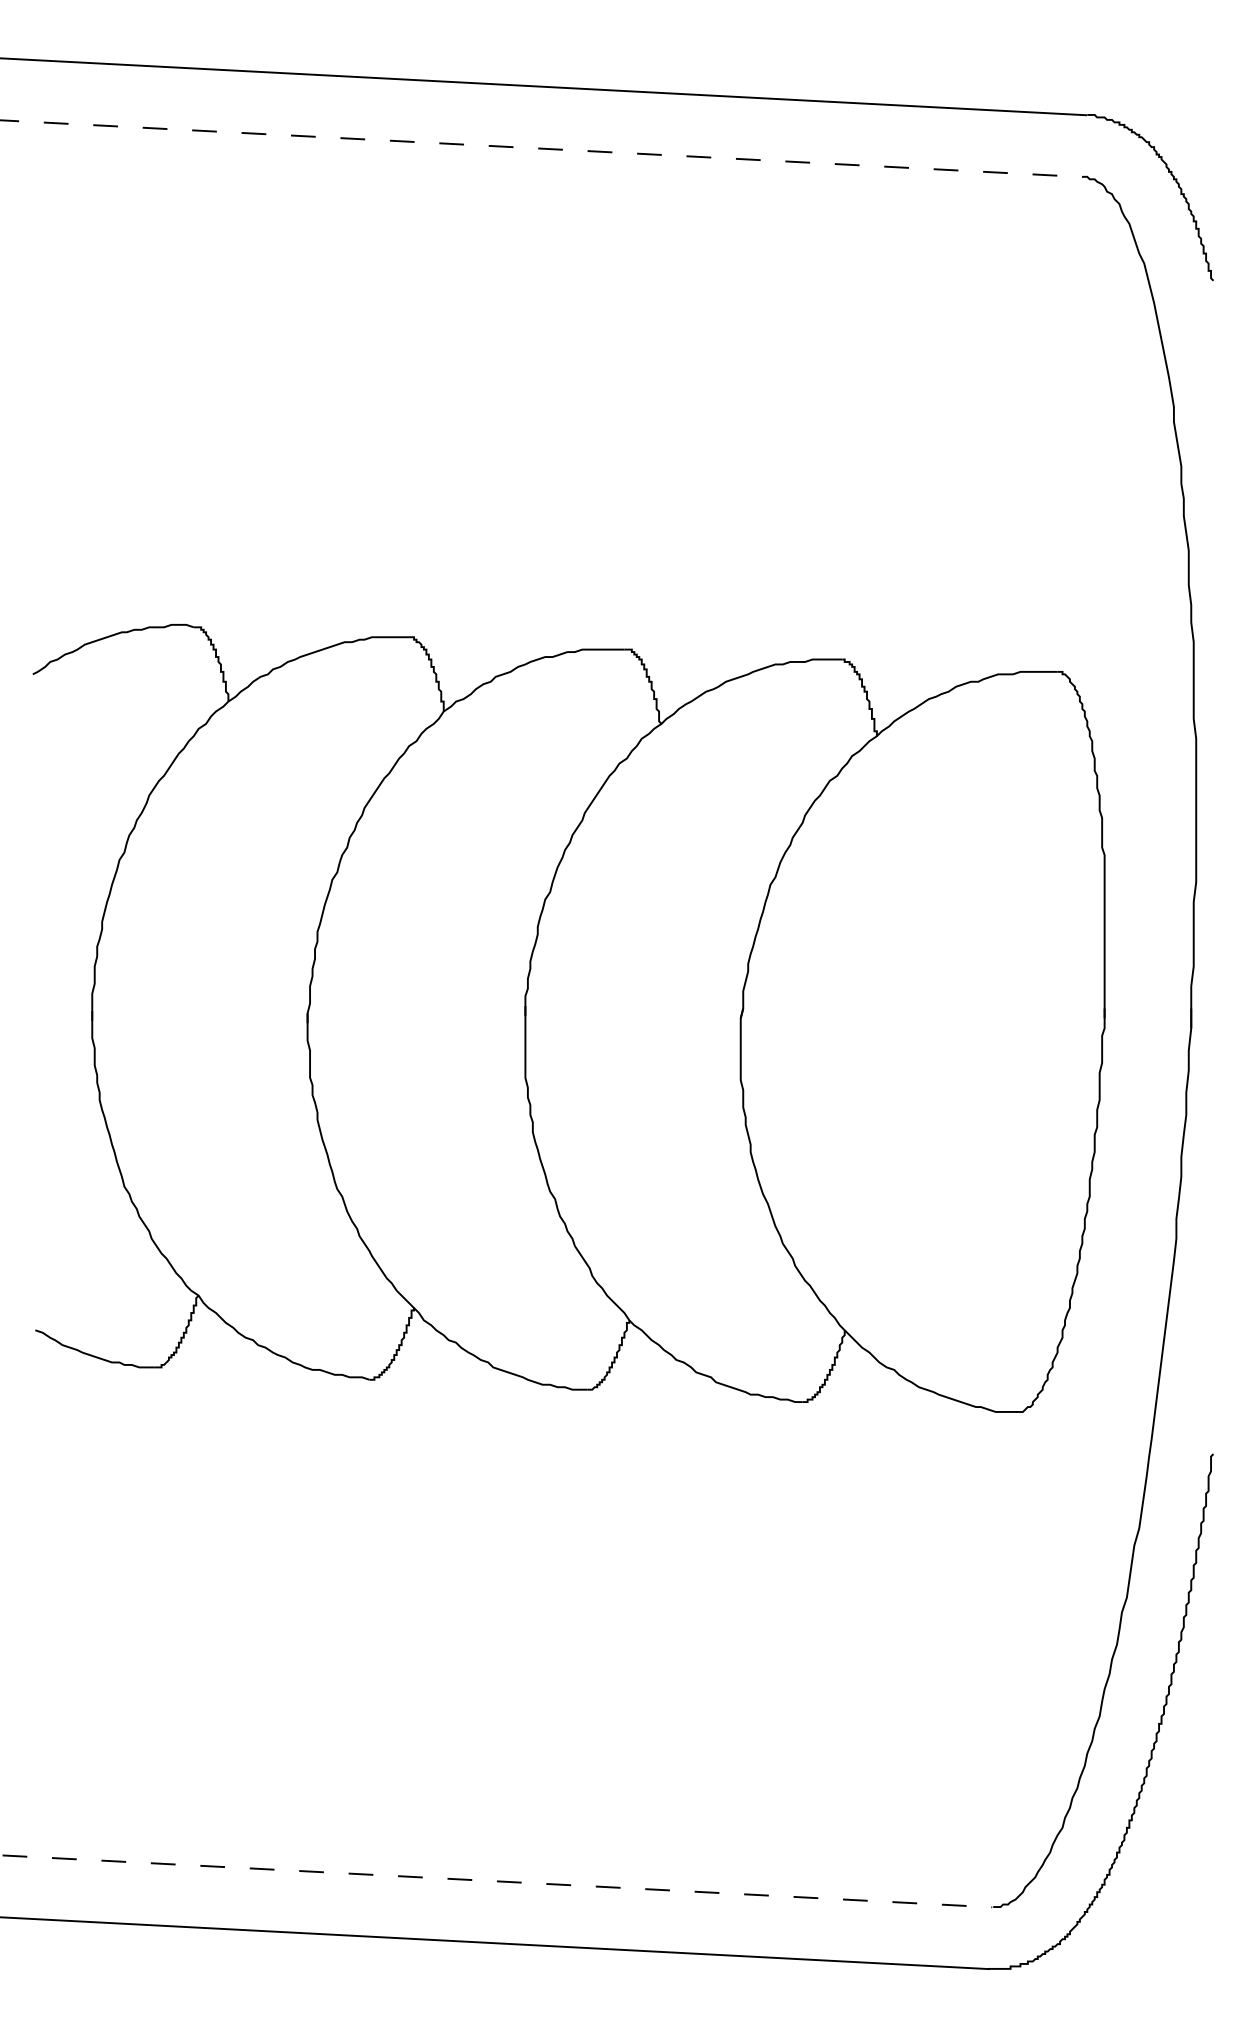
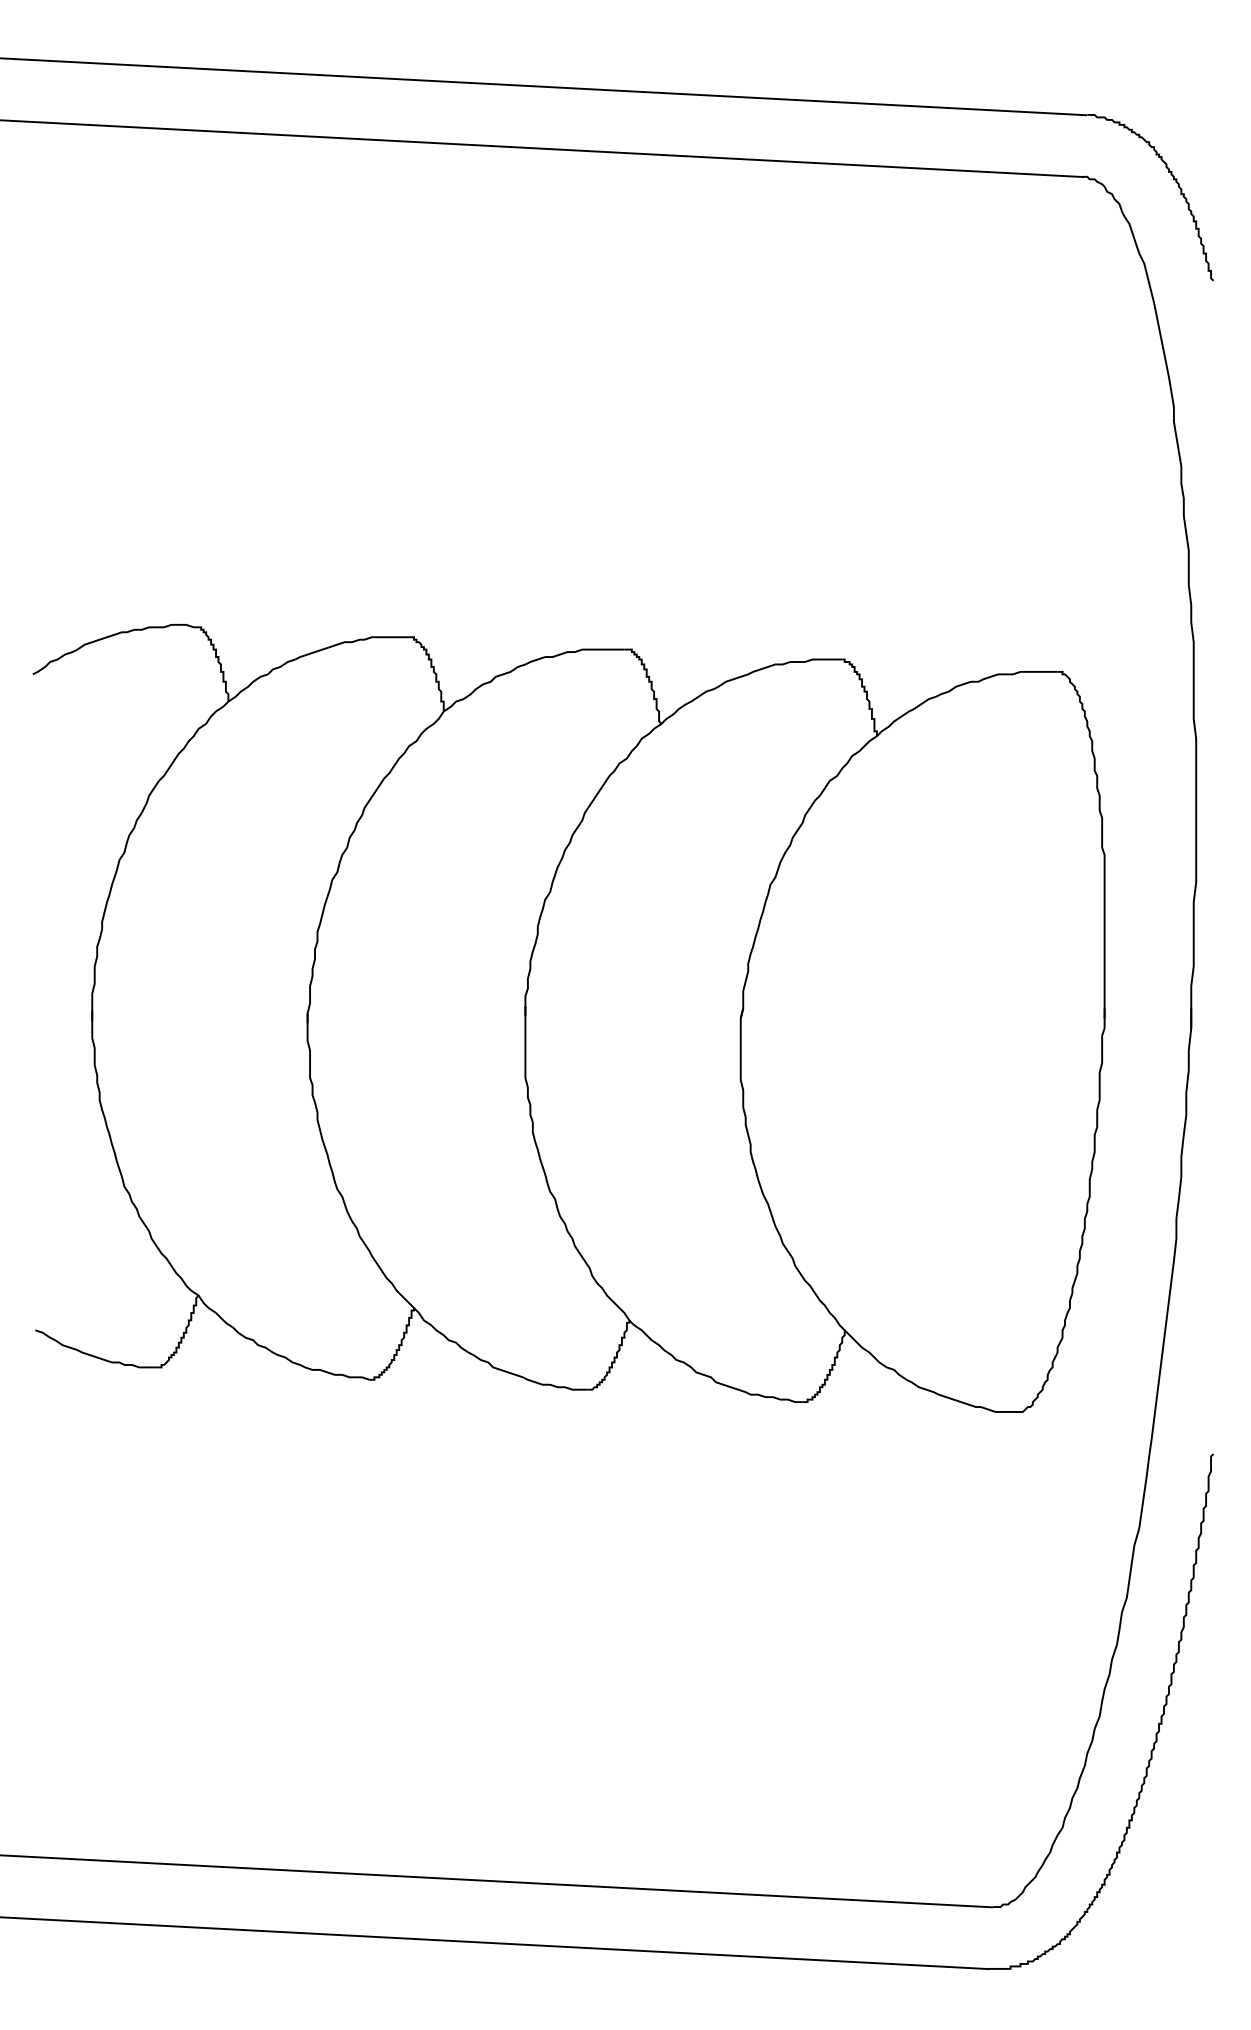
line at (541, 148): dashed -> solid
line at (497, 1881): dashed -> solid
